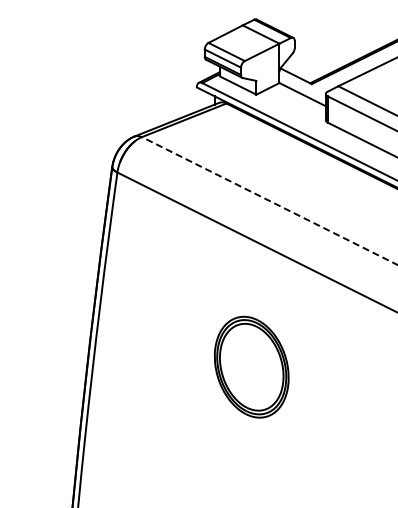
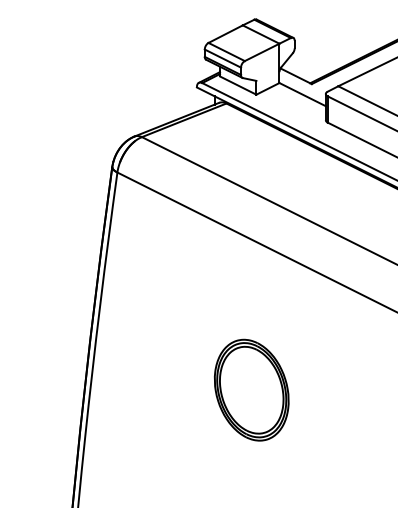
line at (269, 201): dashed -> solid
part at (251, 366) position: (251, 366) -> (251, 389)
